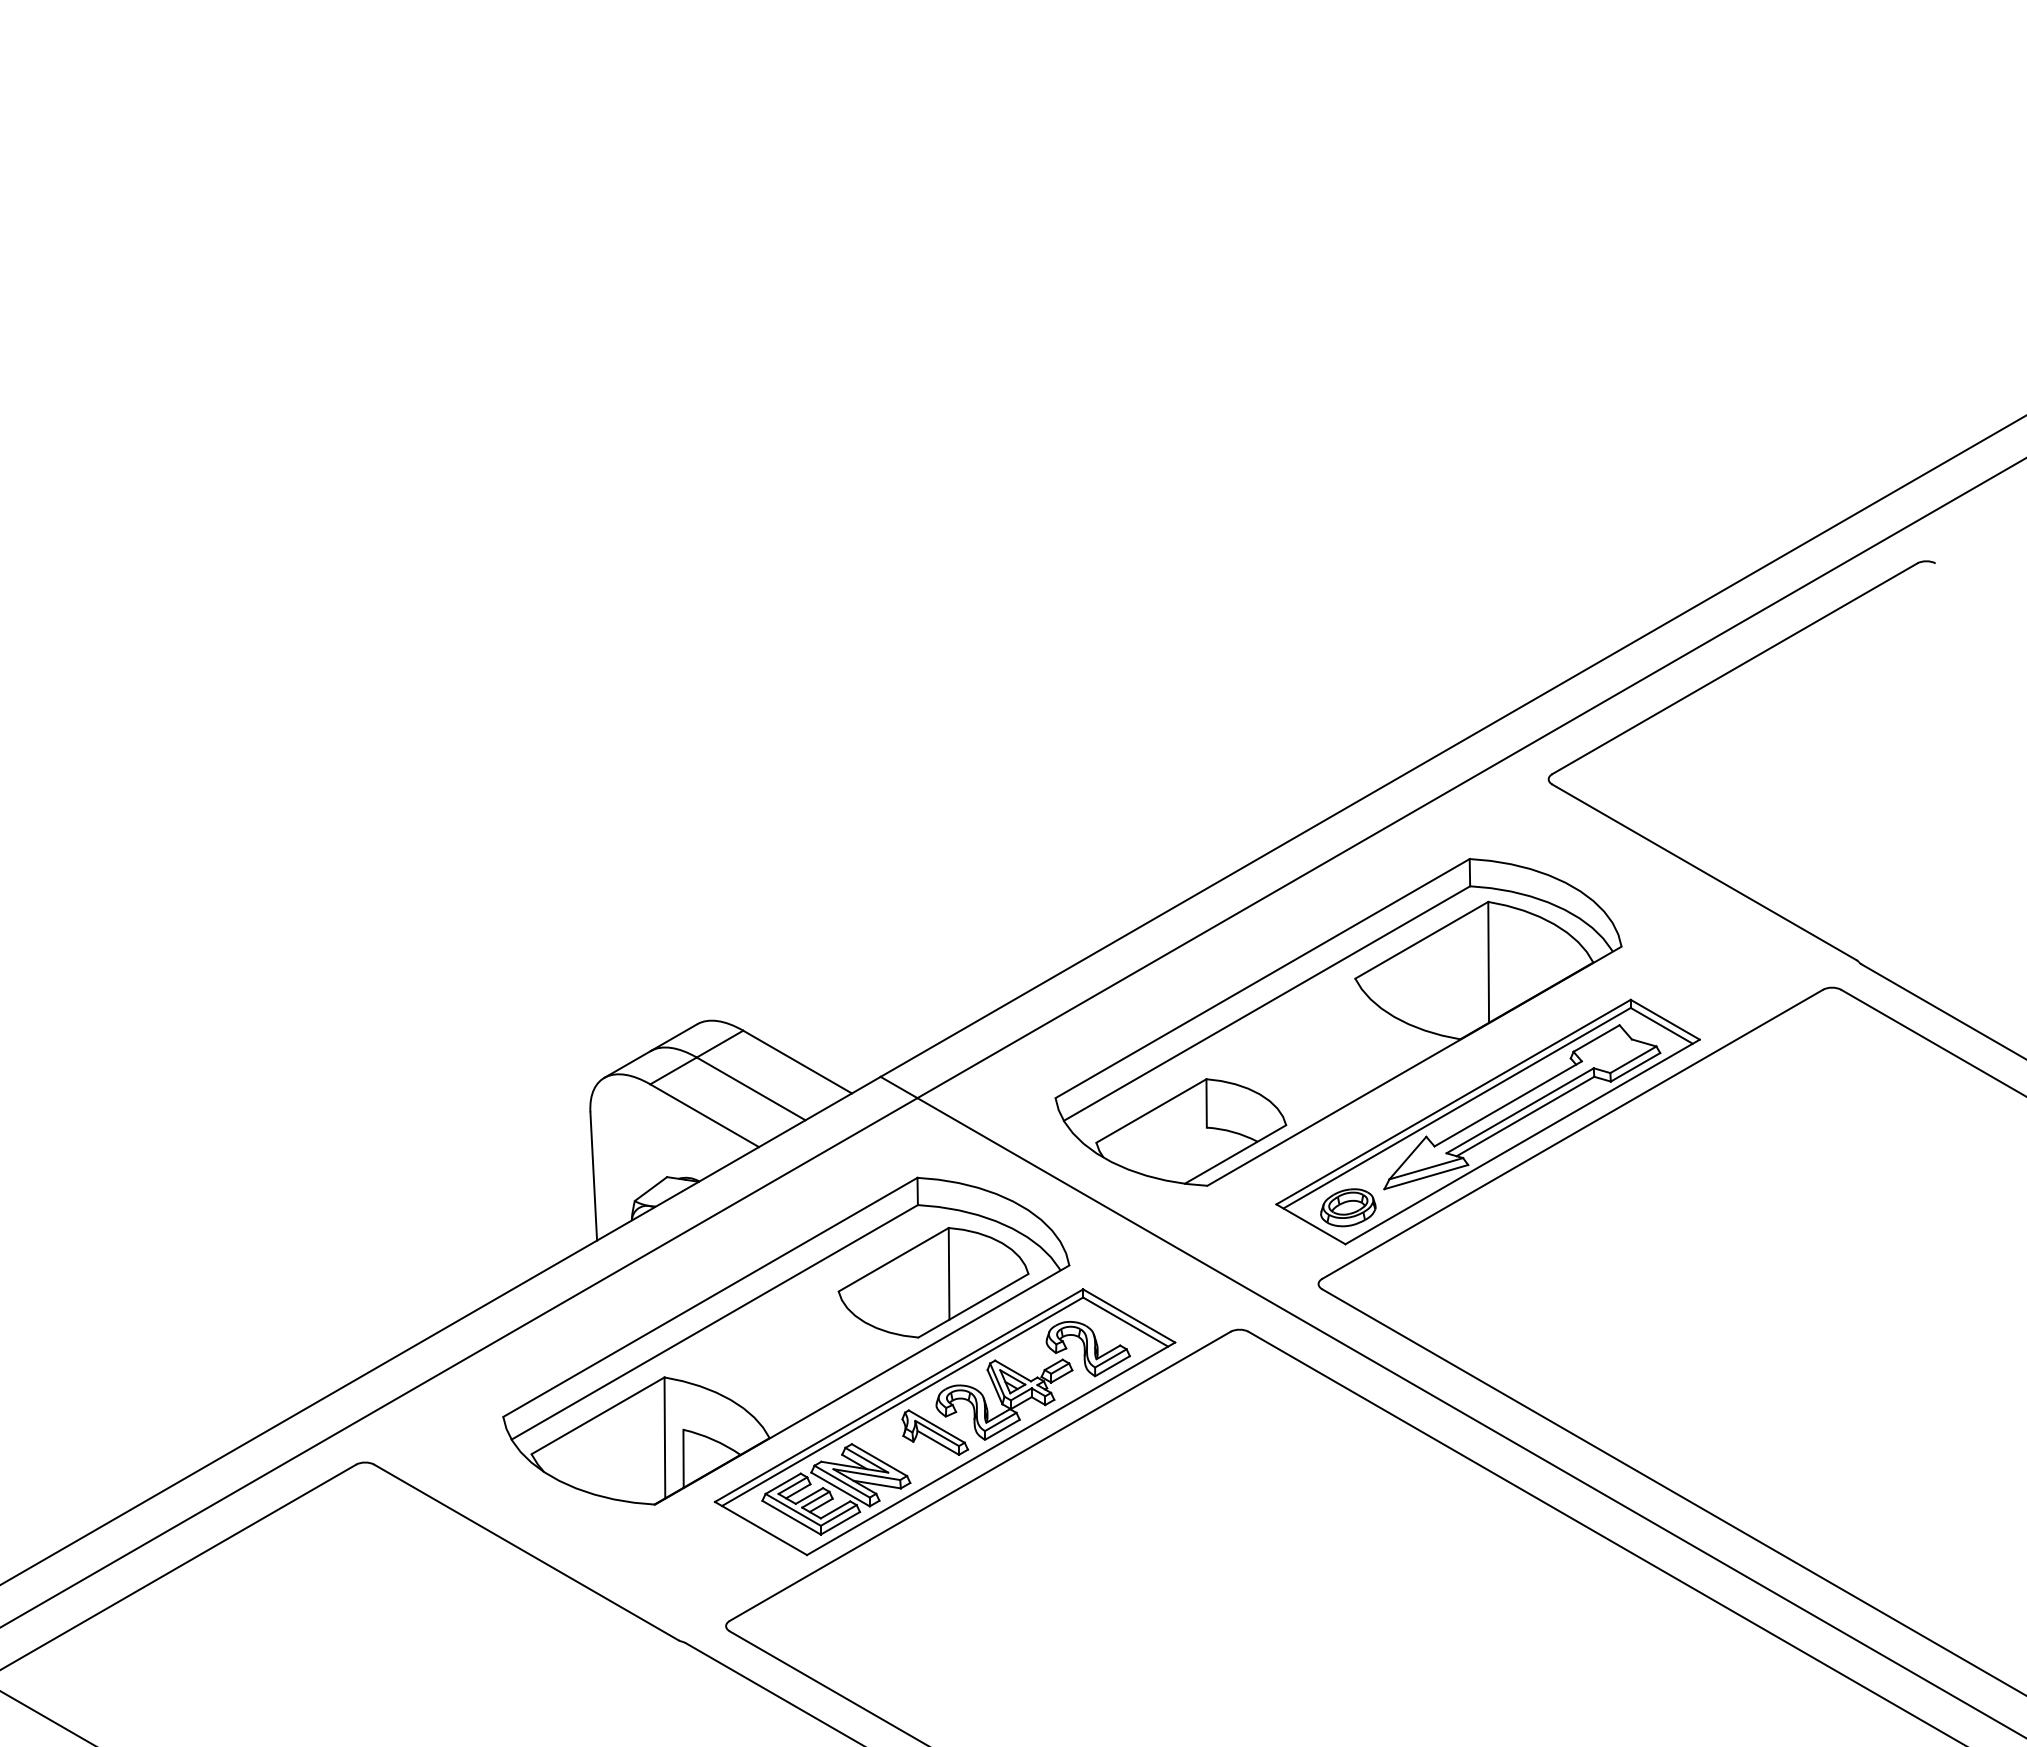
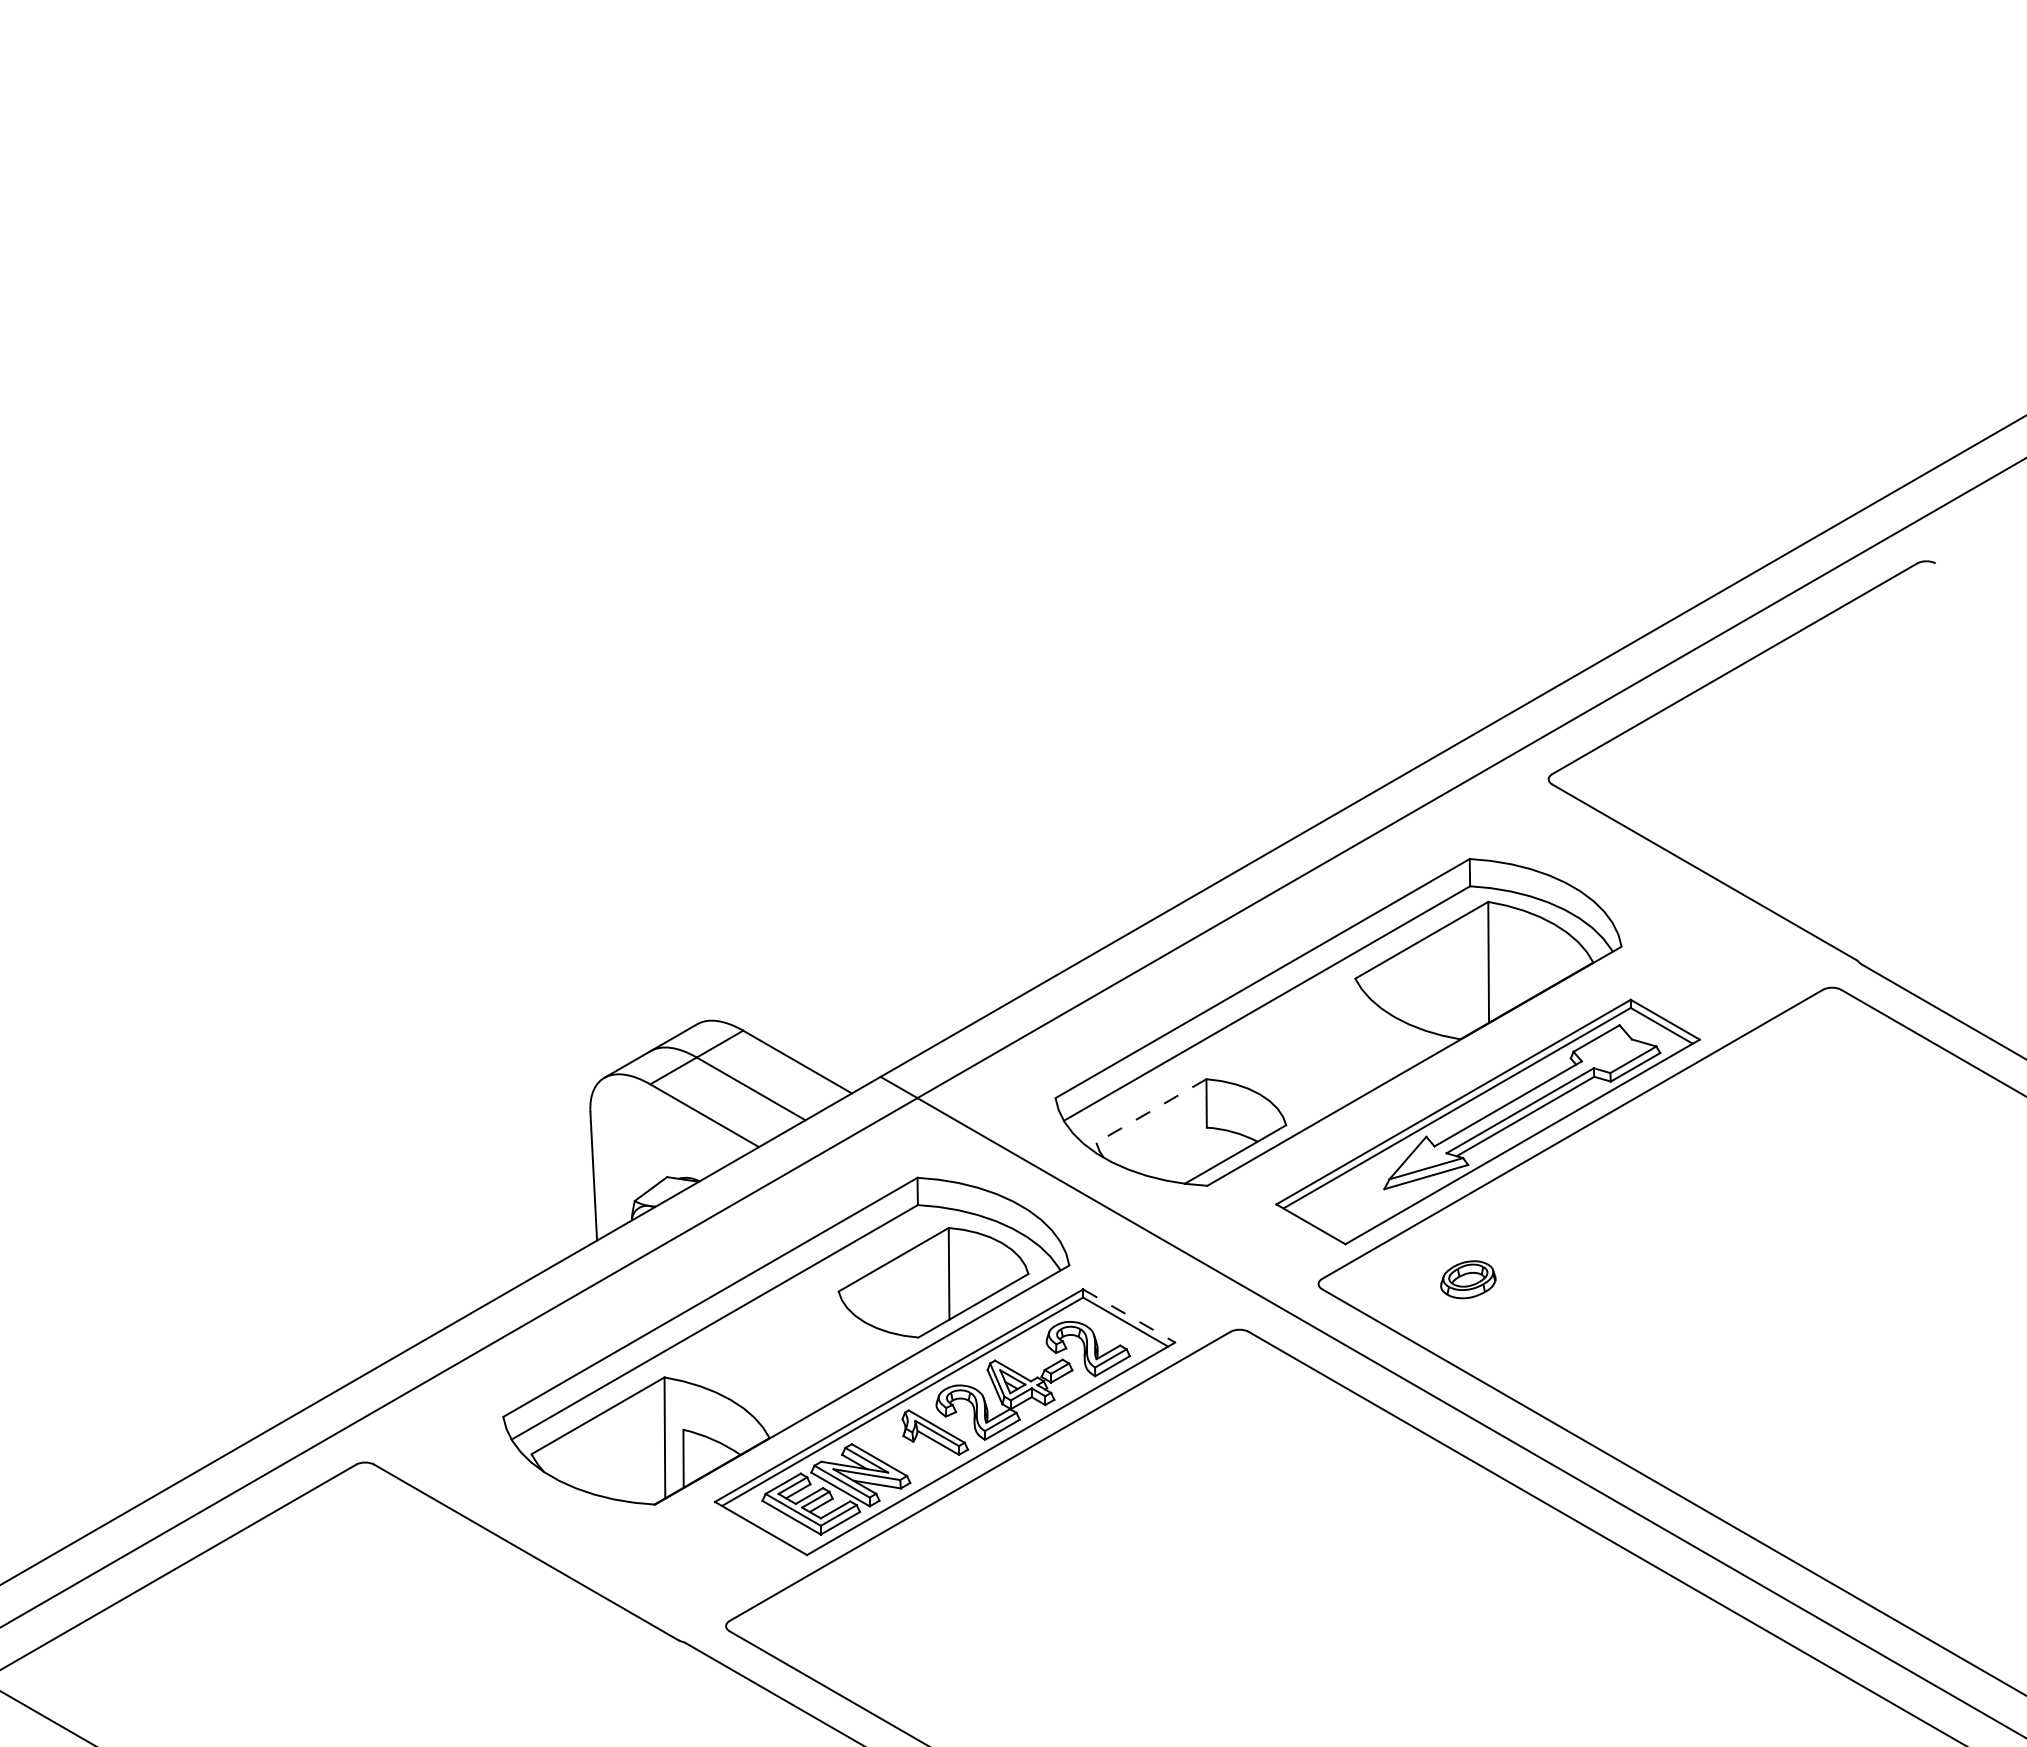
line at (1151, 1110): solid -> dashed
part at (1348, 1207) position: (1348, 1207) -> (1468, 1279)
line at (1129, 1316): solid -> dashed
